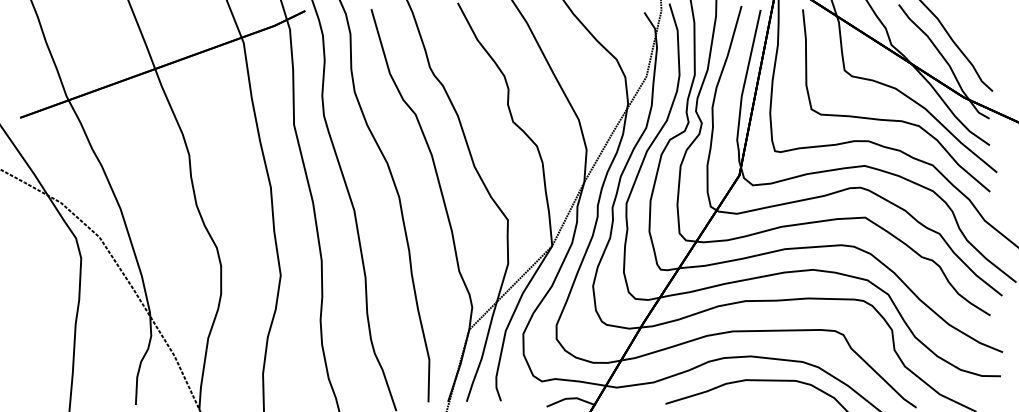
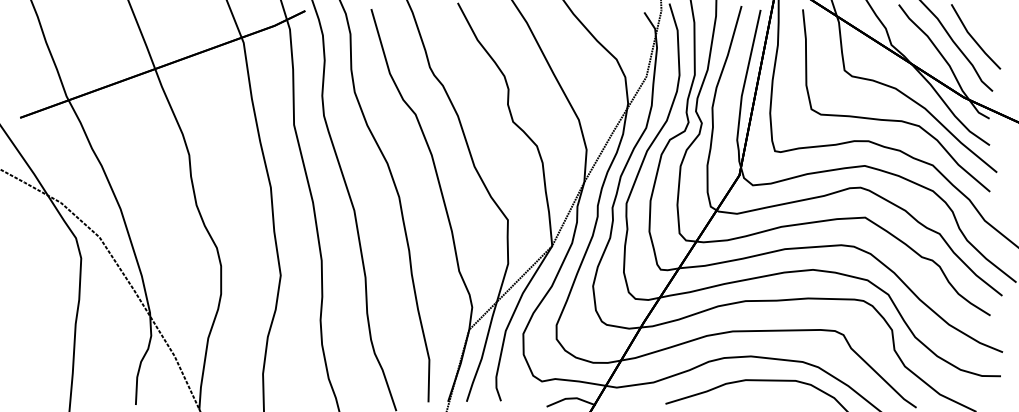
line at (974, 38): none -> present
